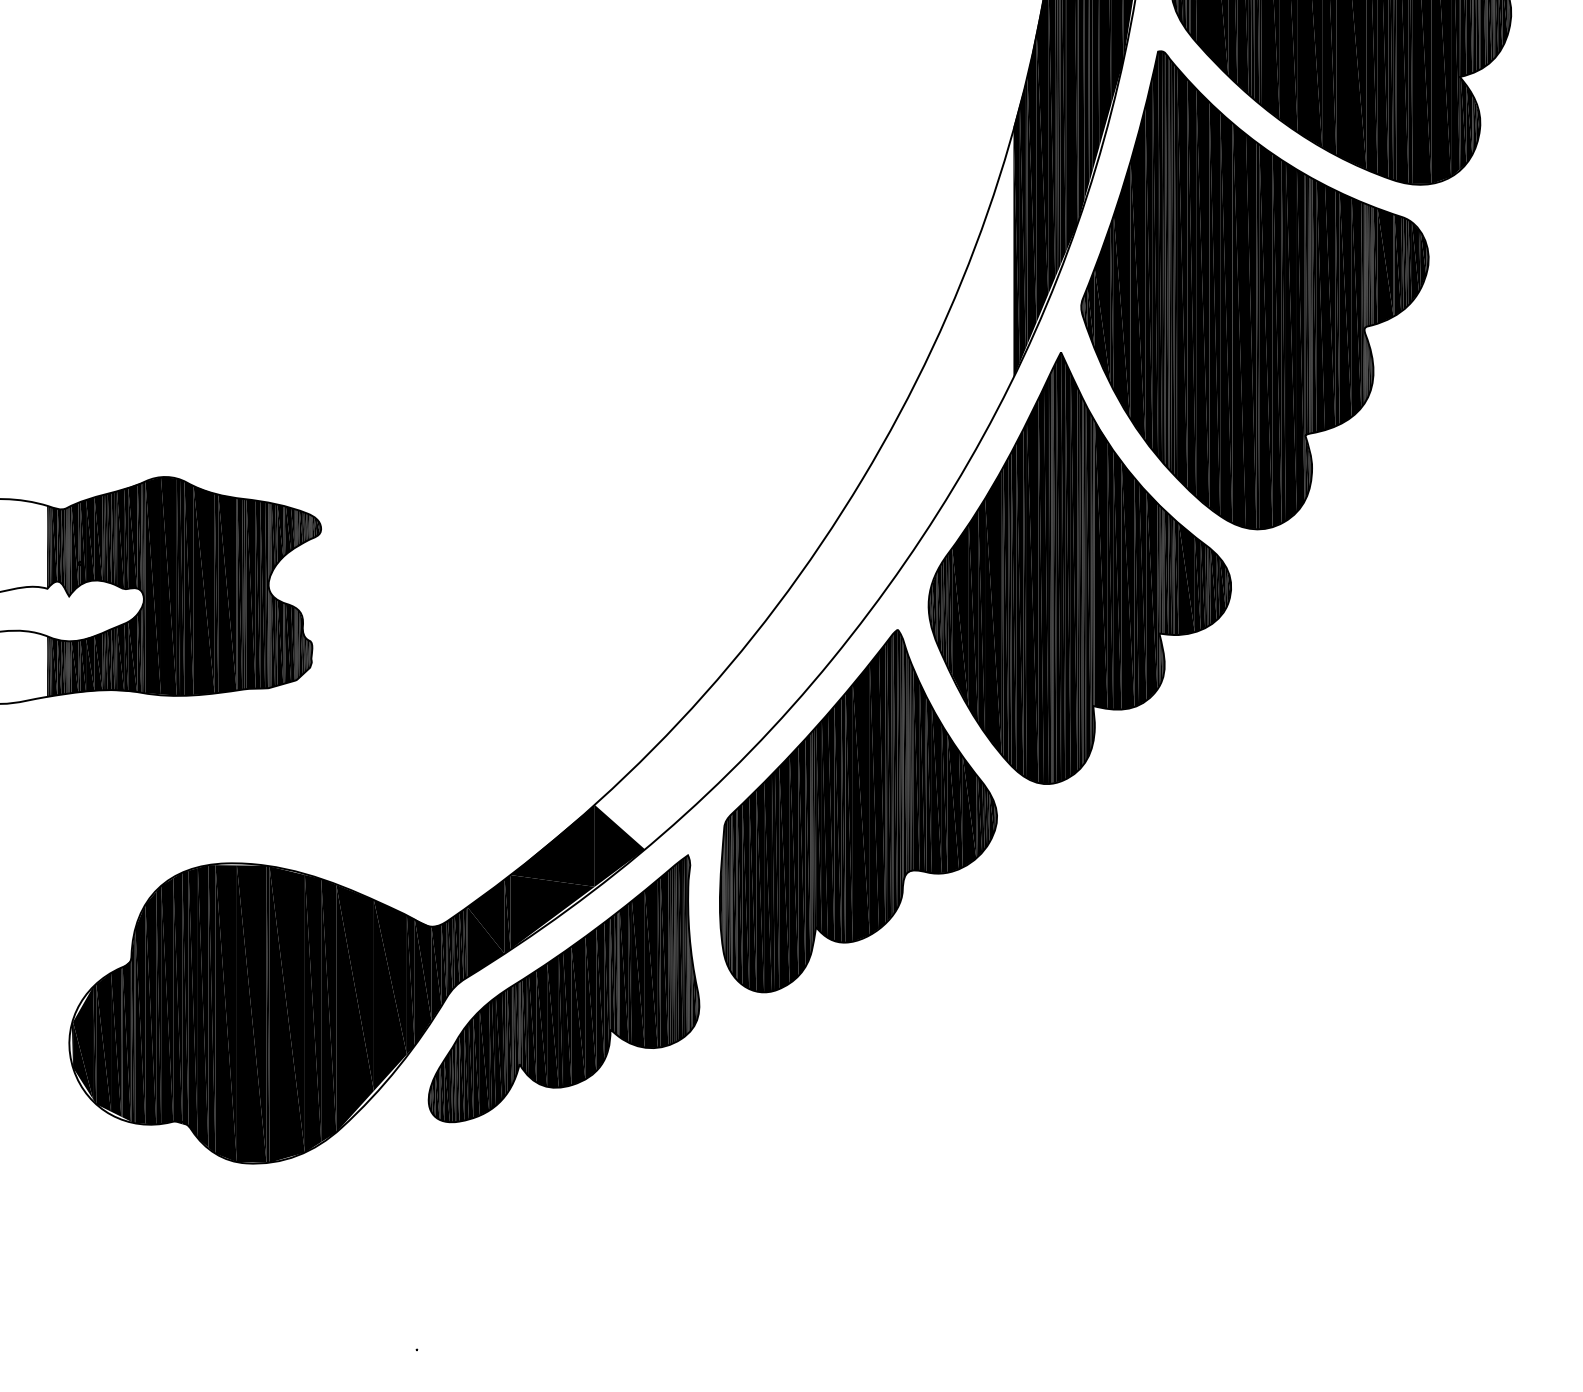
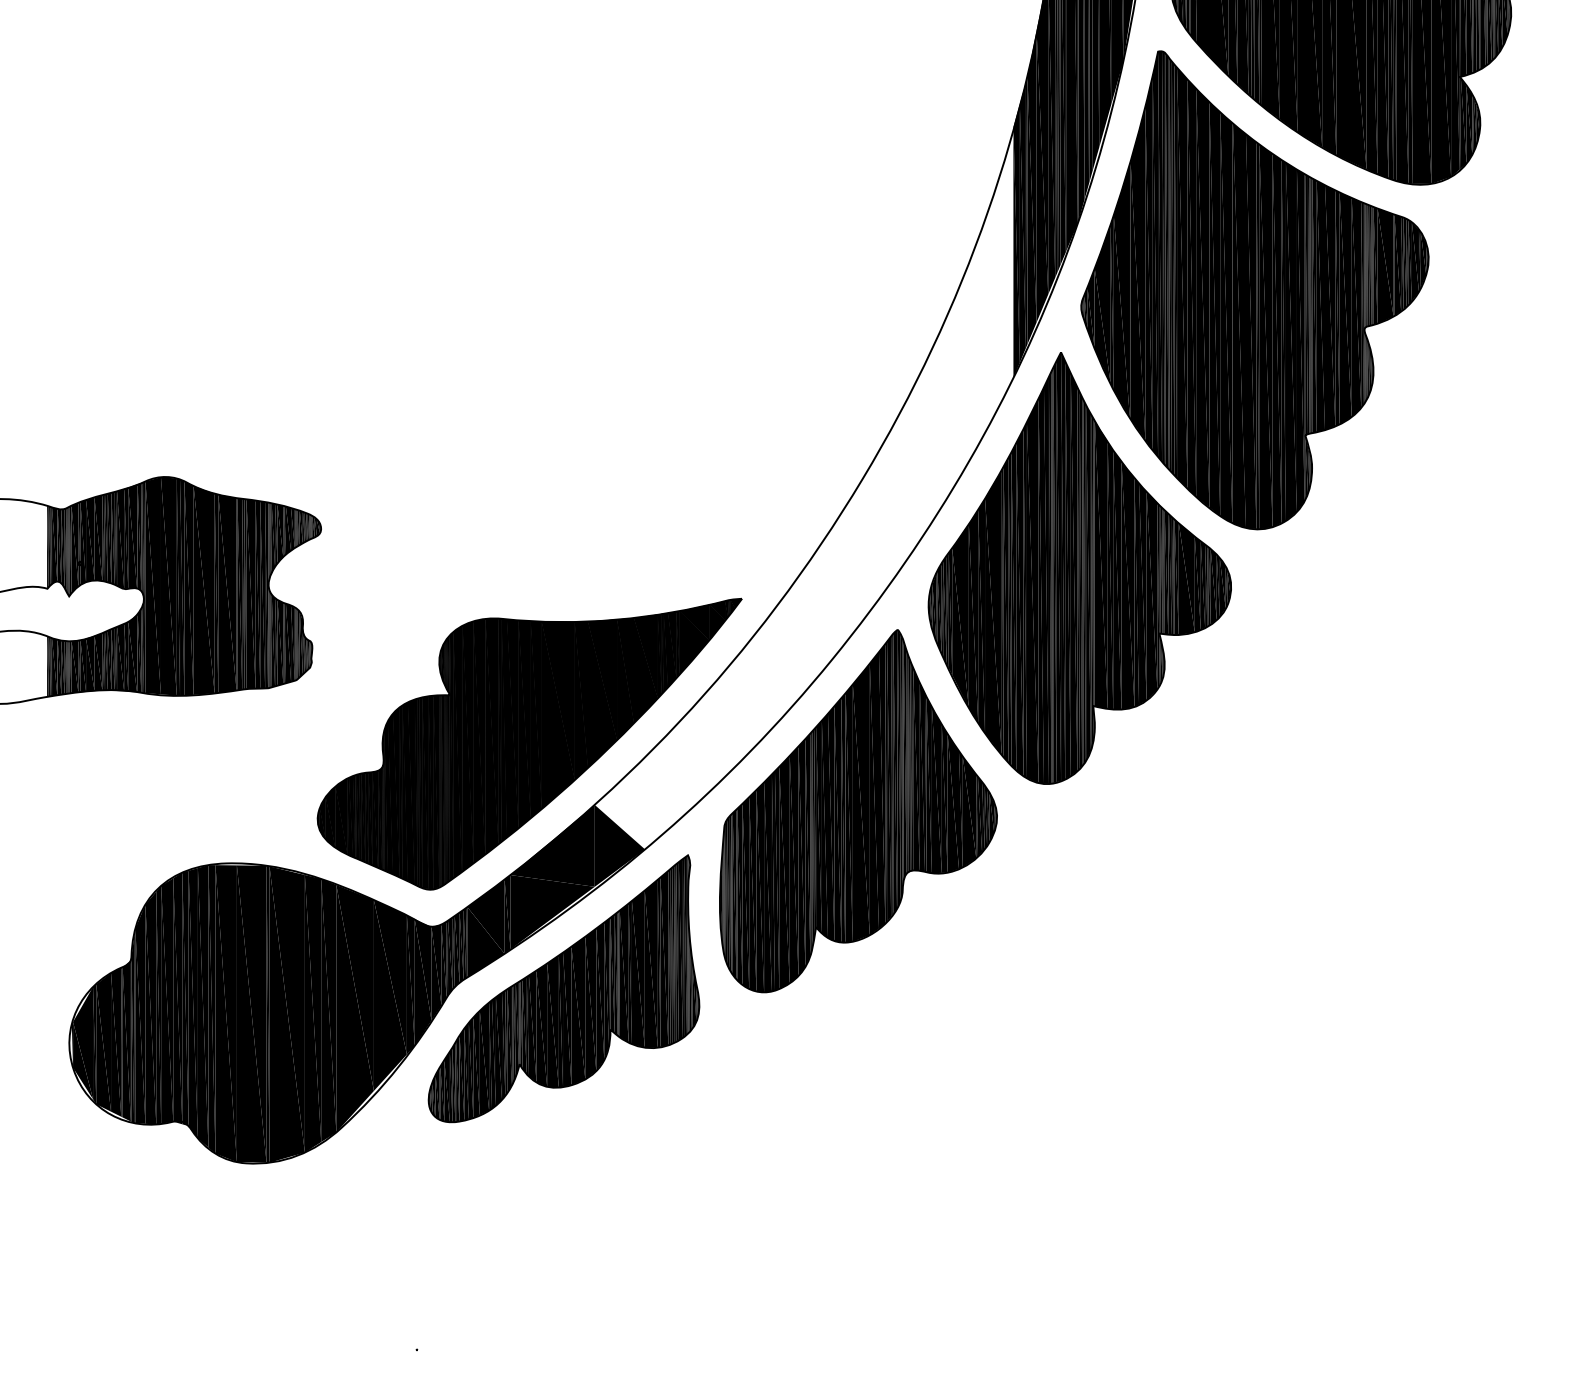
part at (529, 743): none -> present
